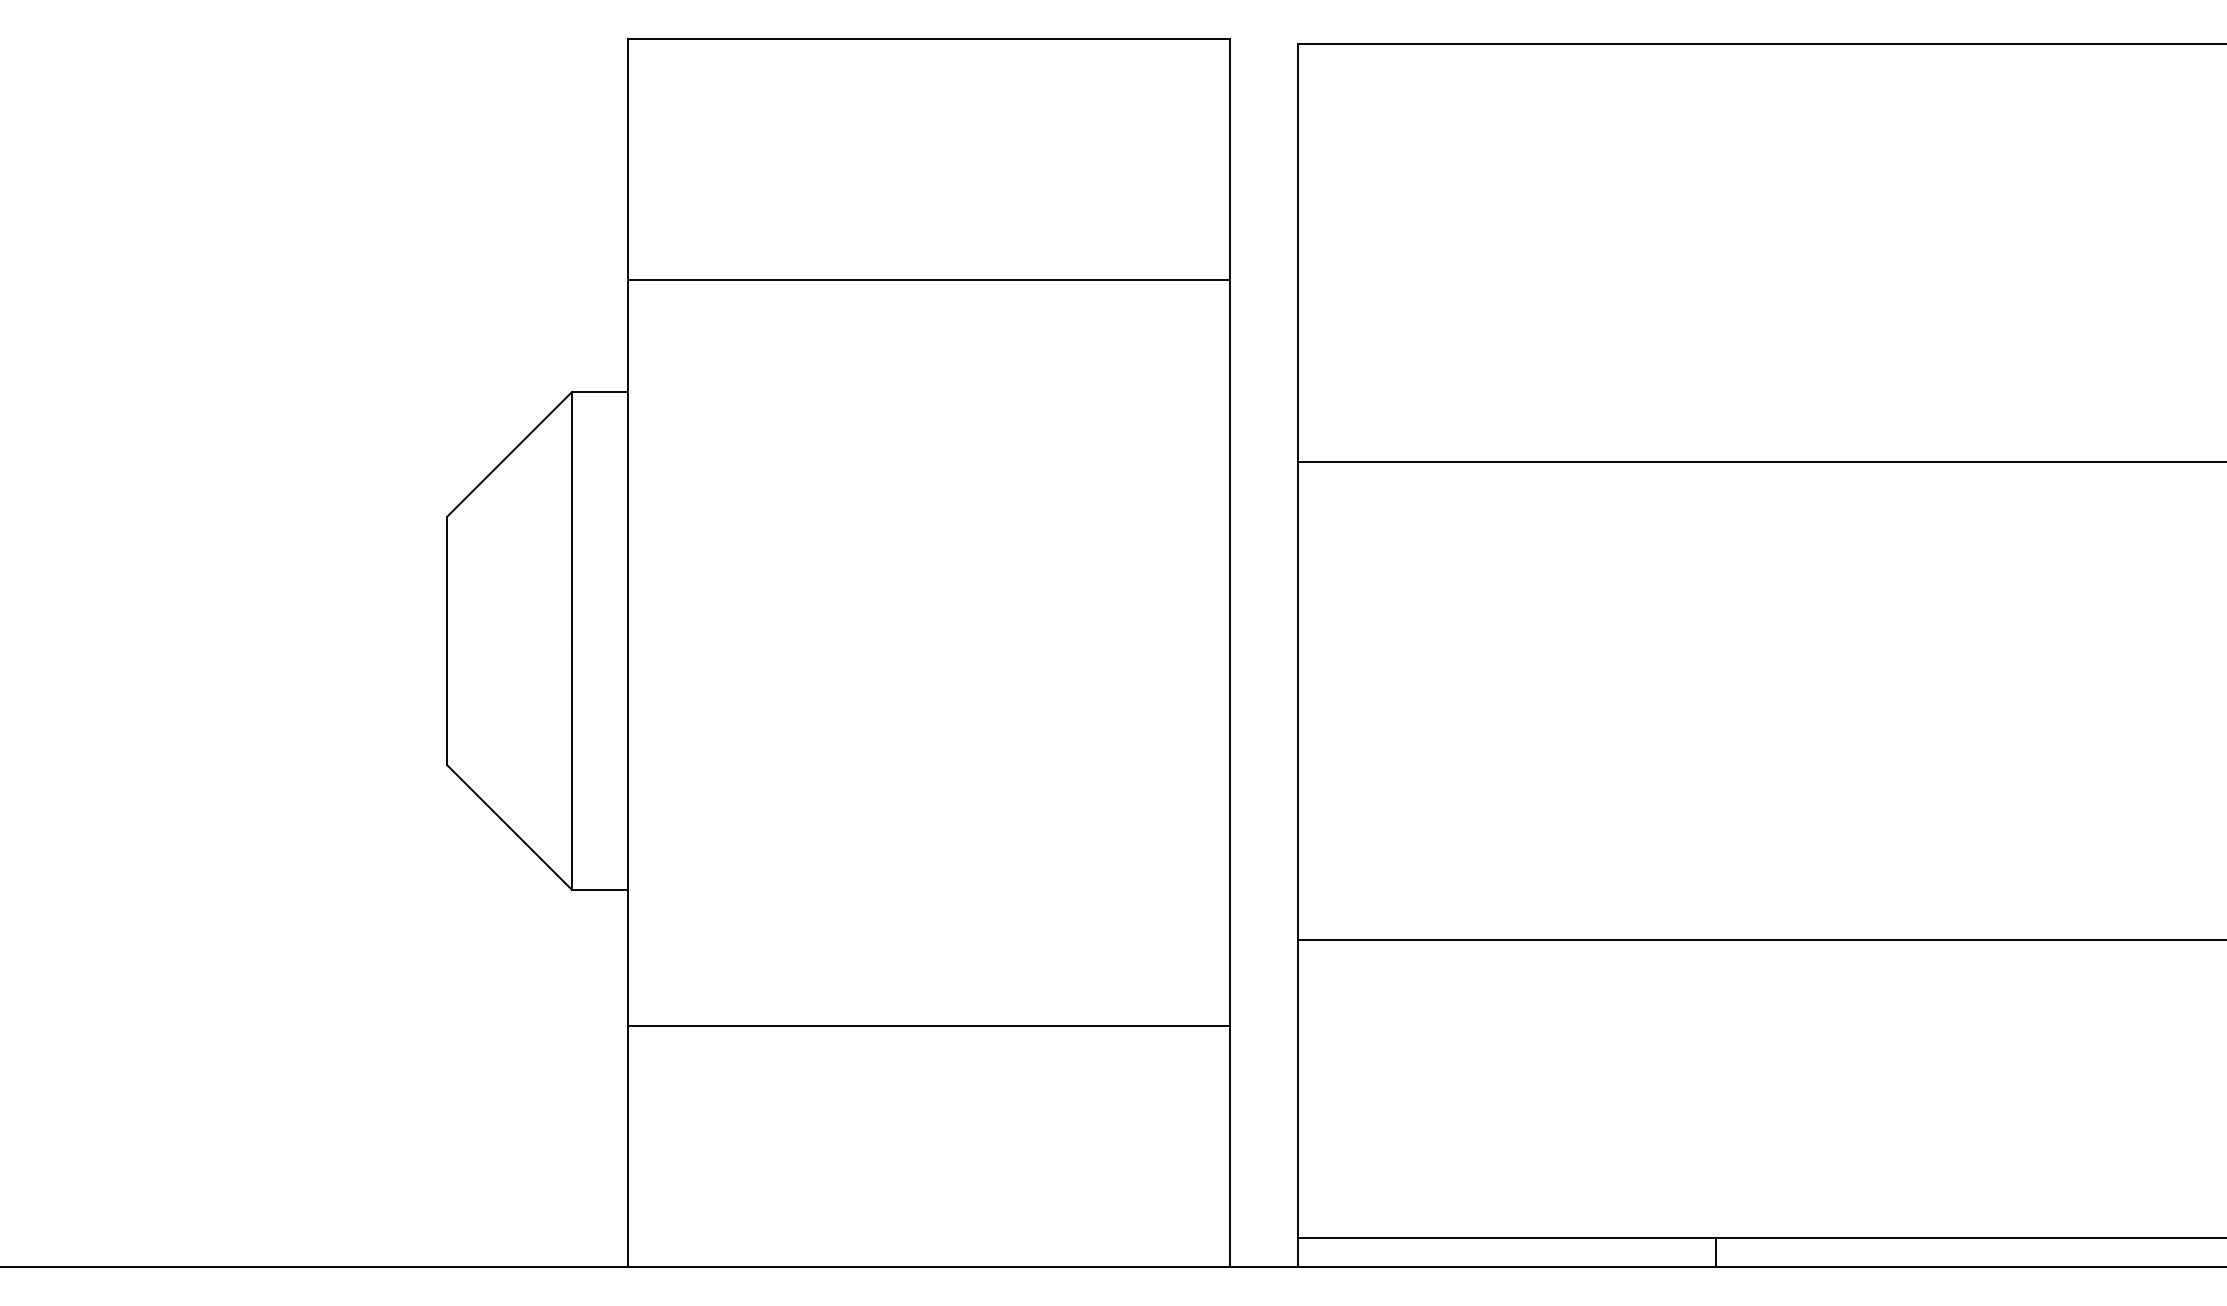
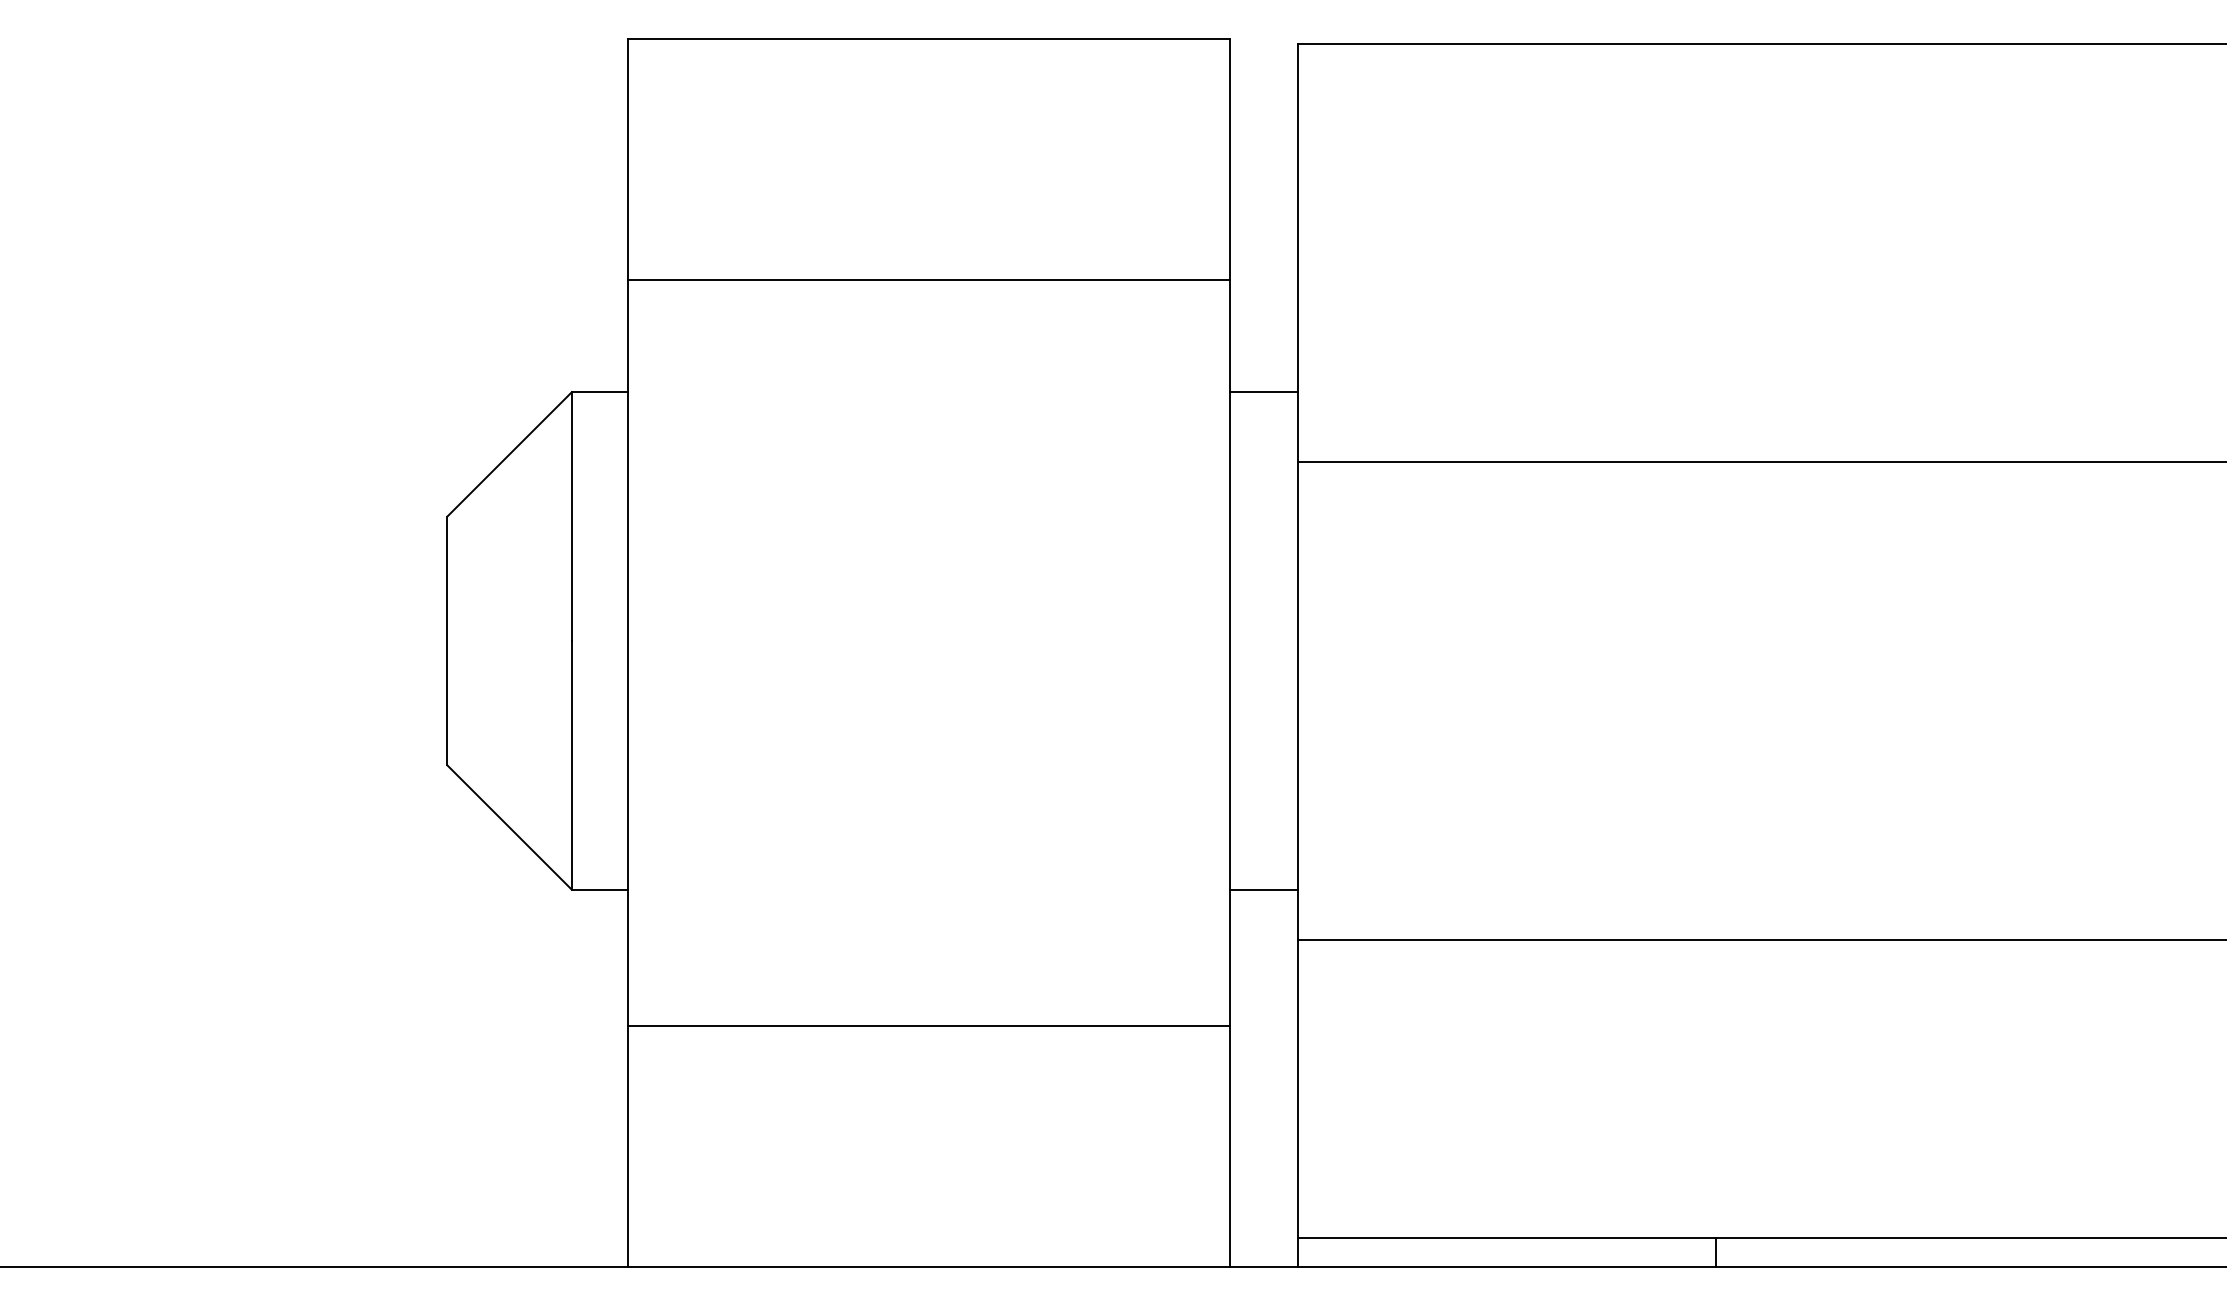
line at (1264, 392): none -> present
line at (1264, 889): none -> present
